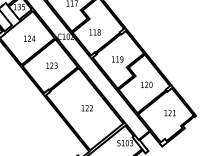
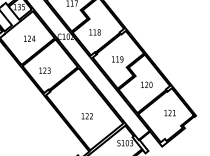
text at (51, 65) position: (51, 65) -> (44, 70)
text at (86, 108) position: (86, 108) -> (86, 116)
